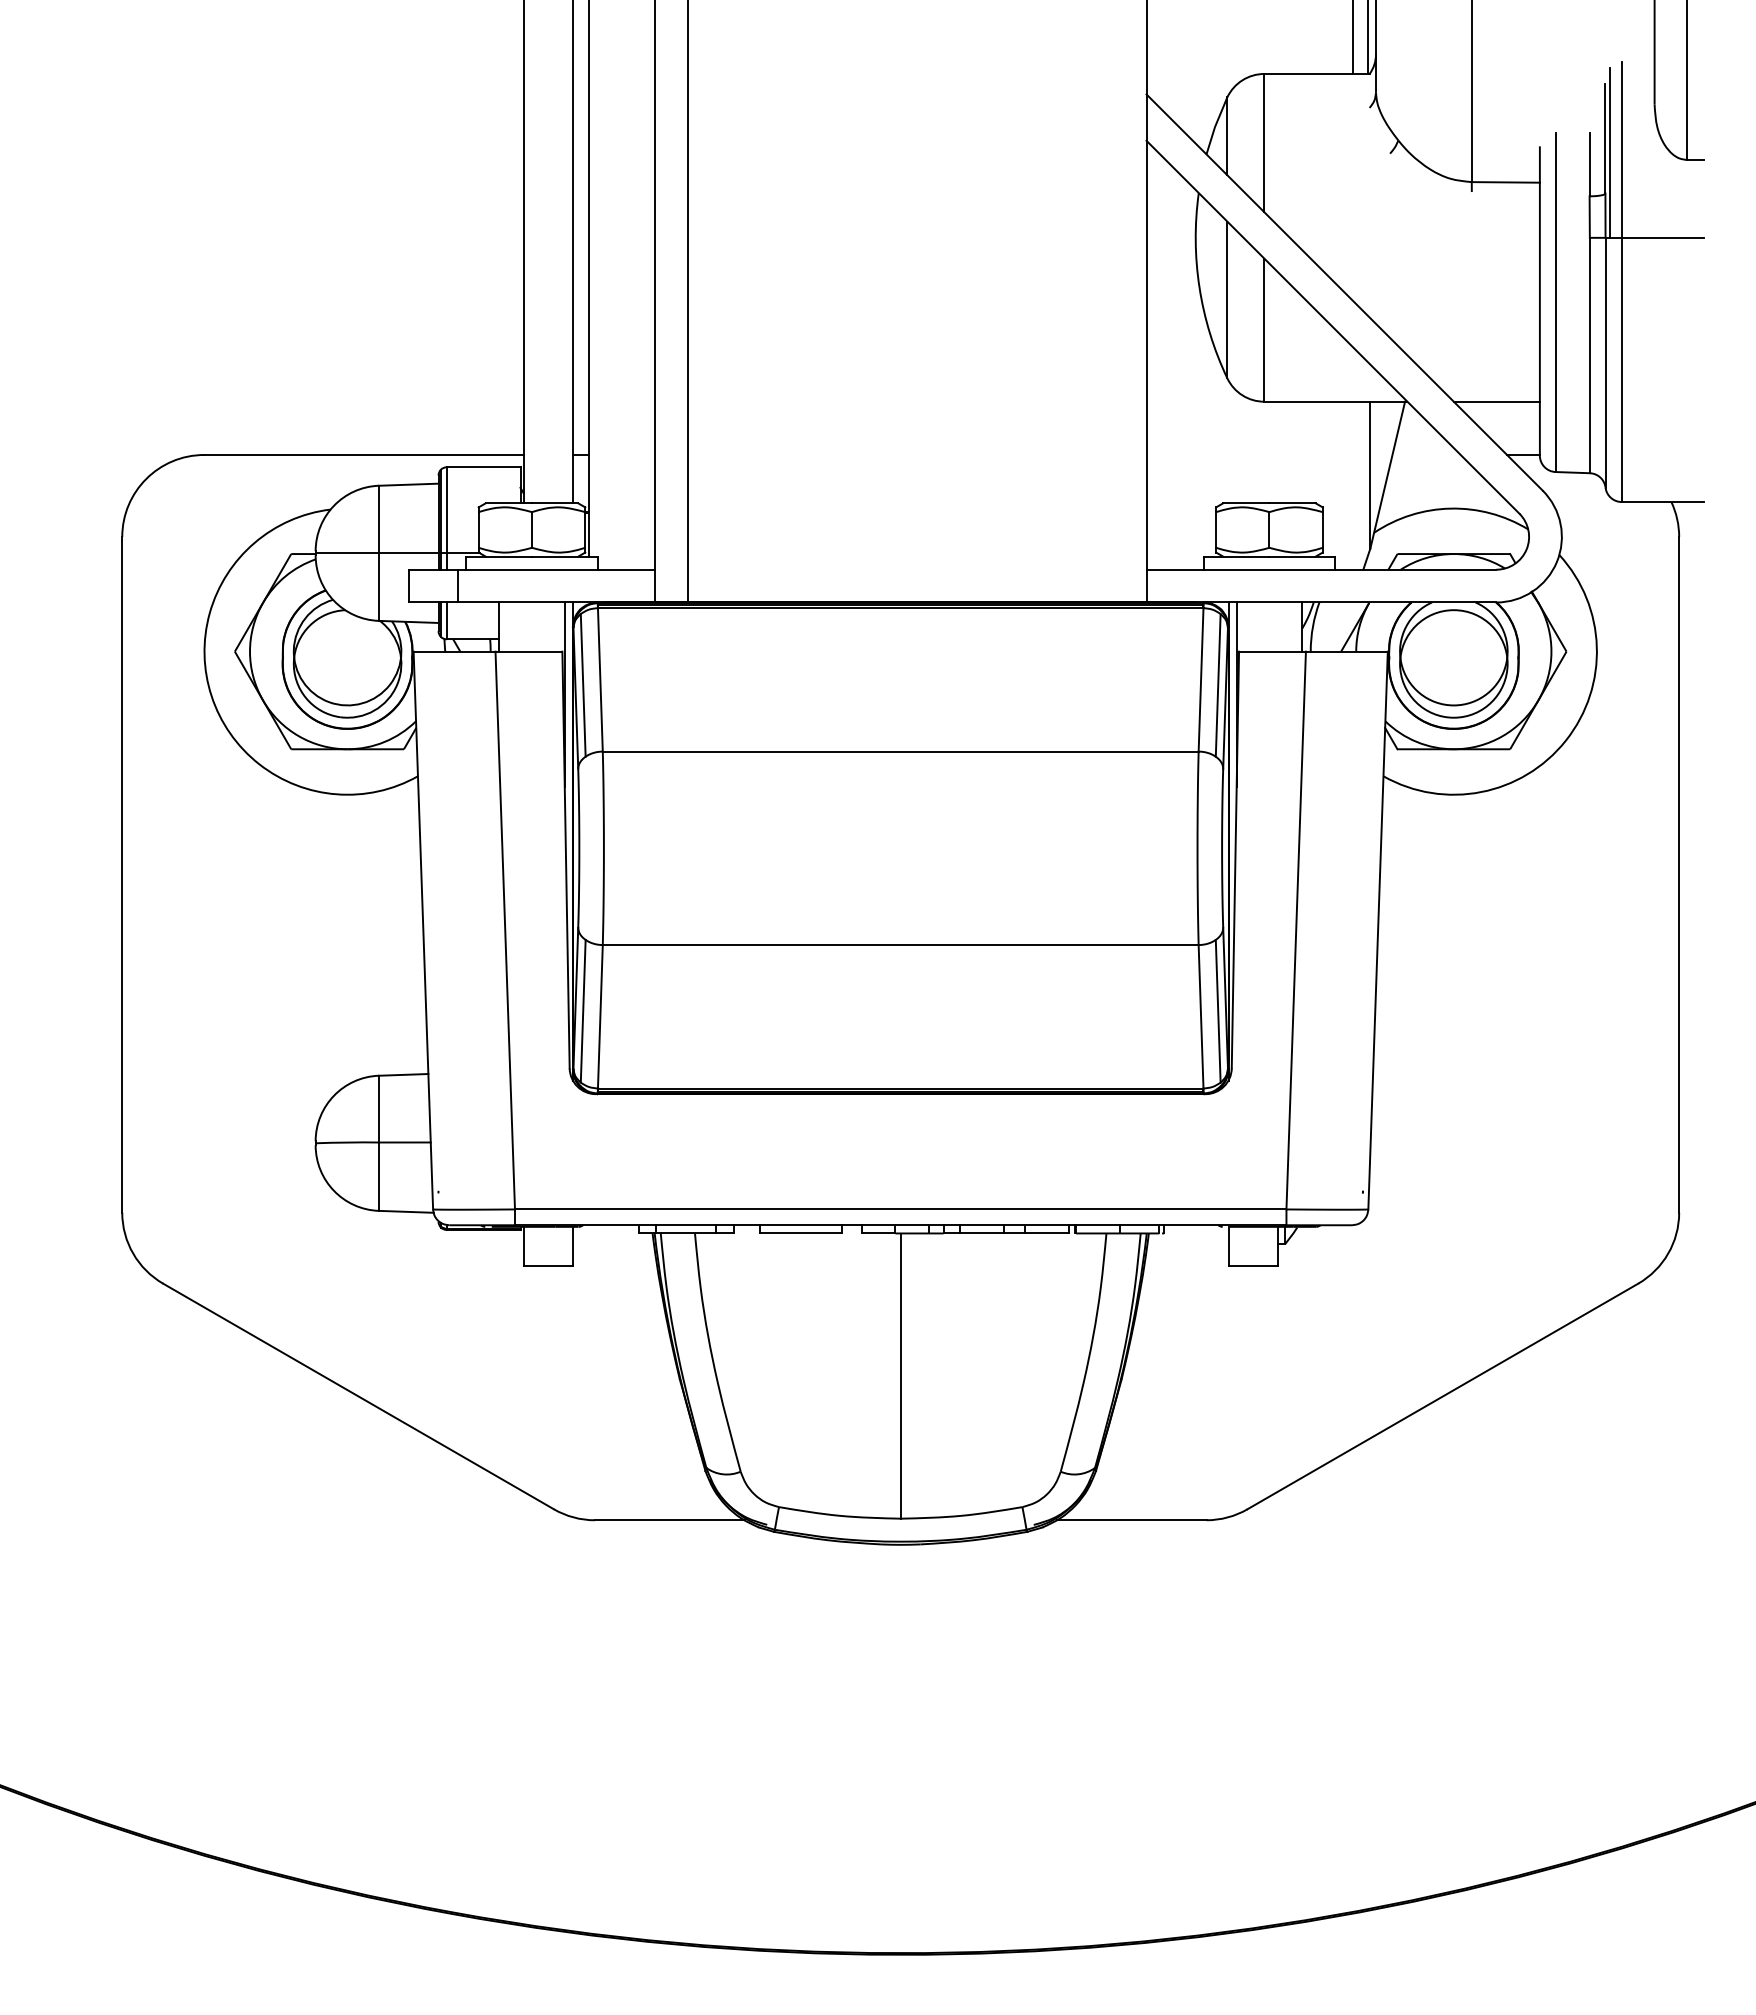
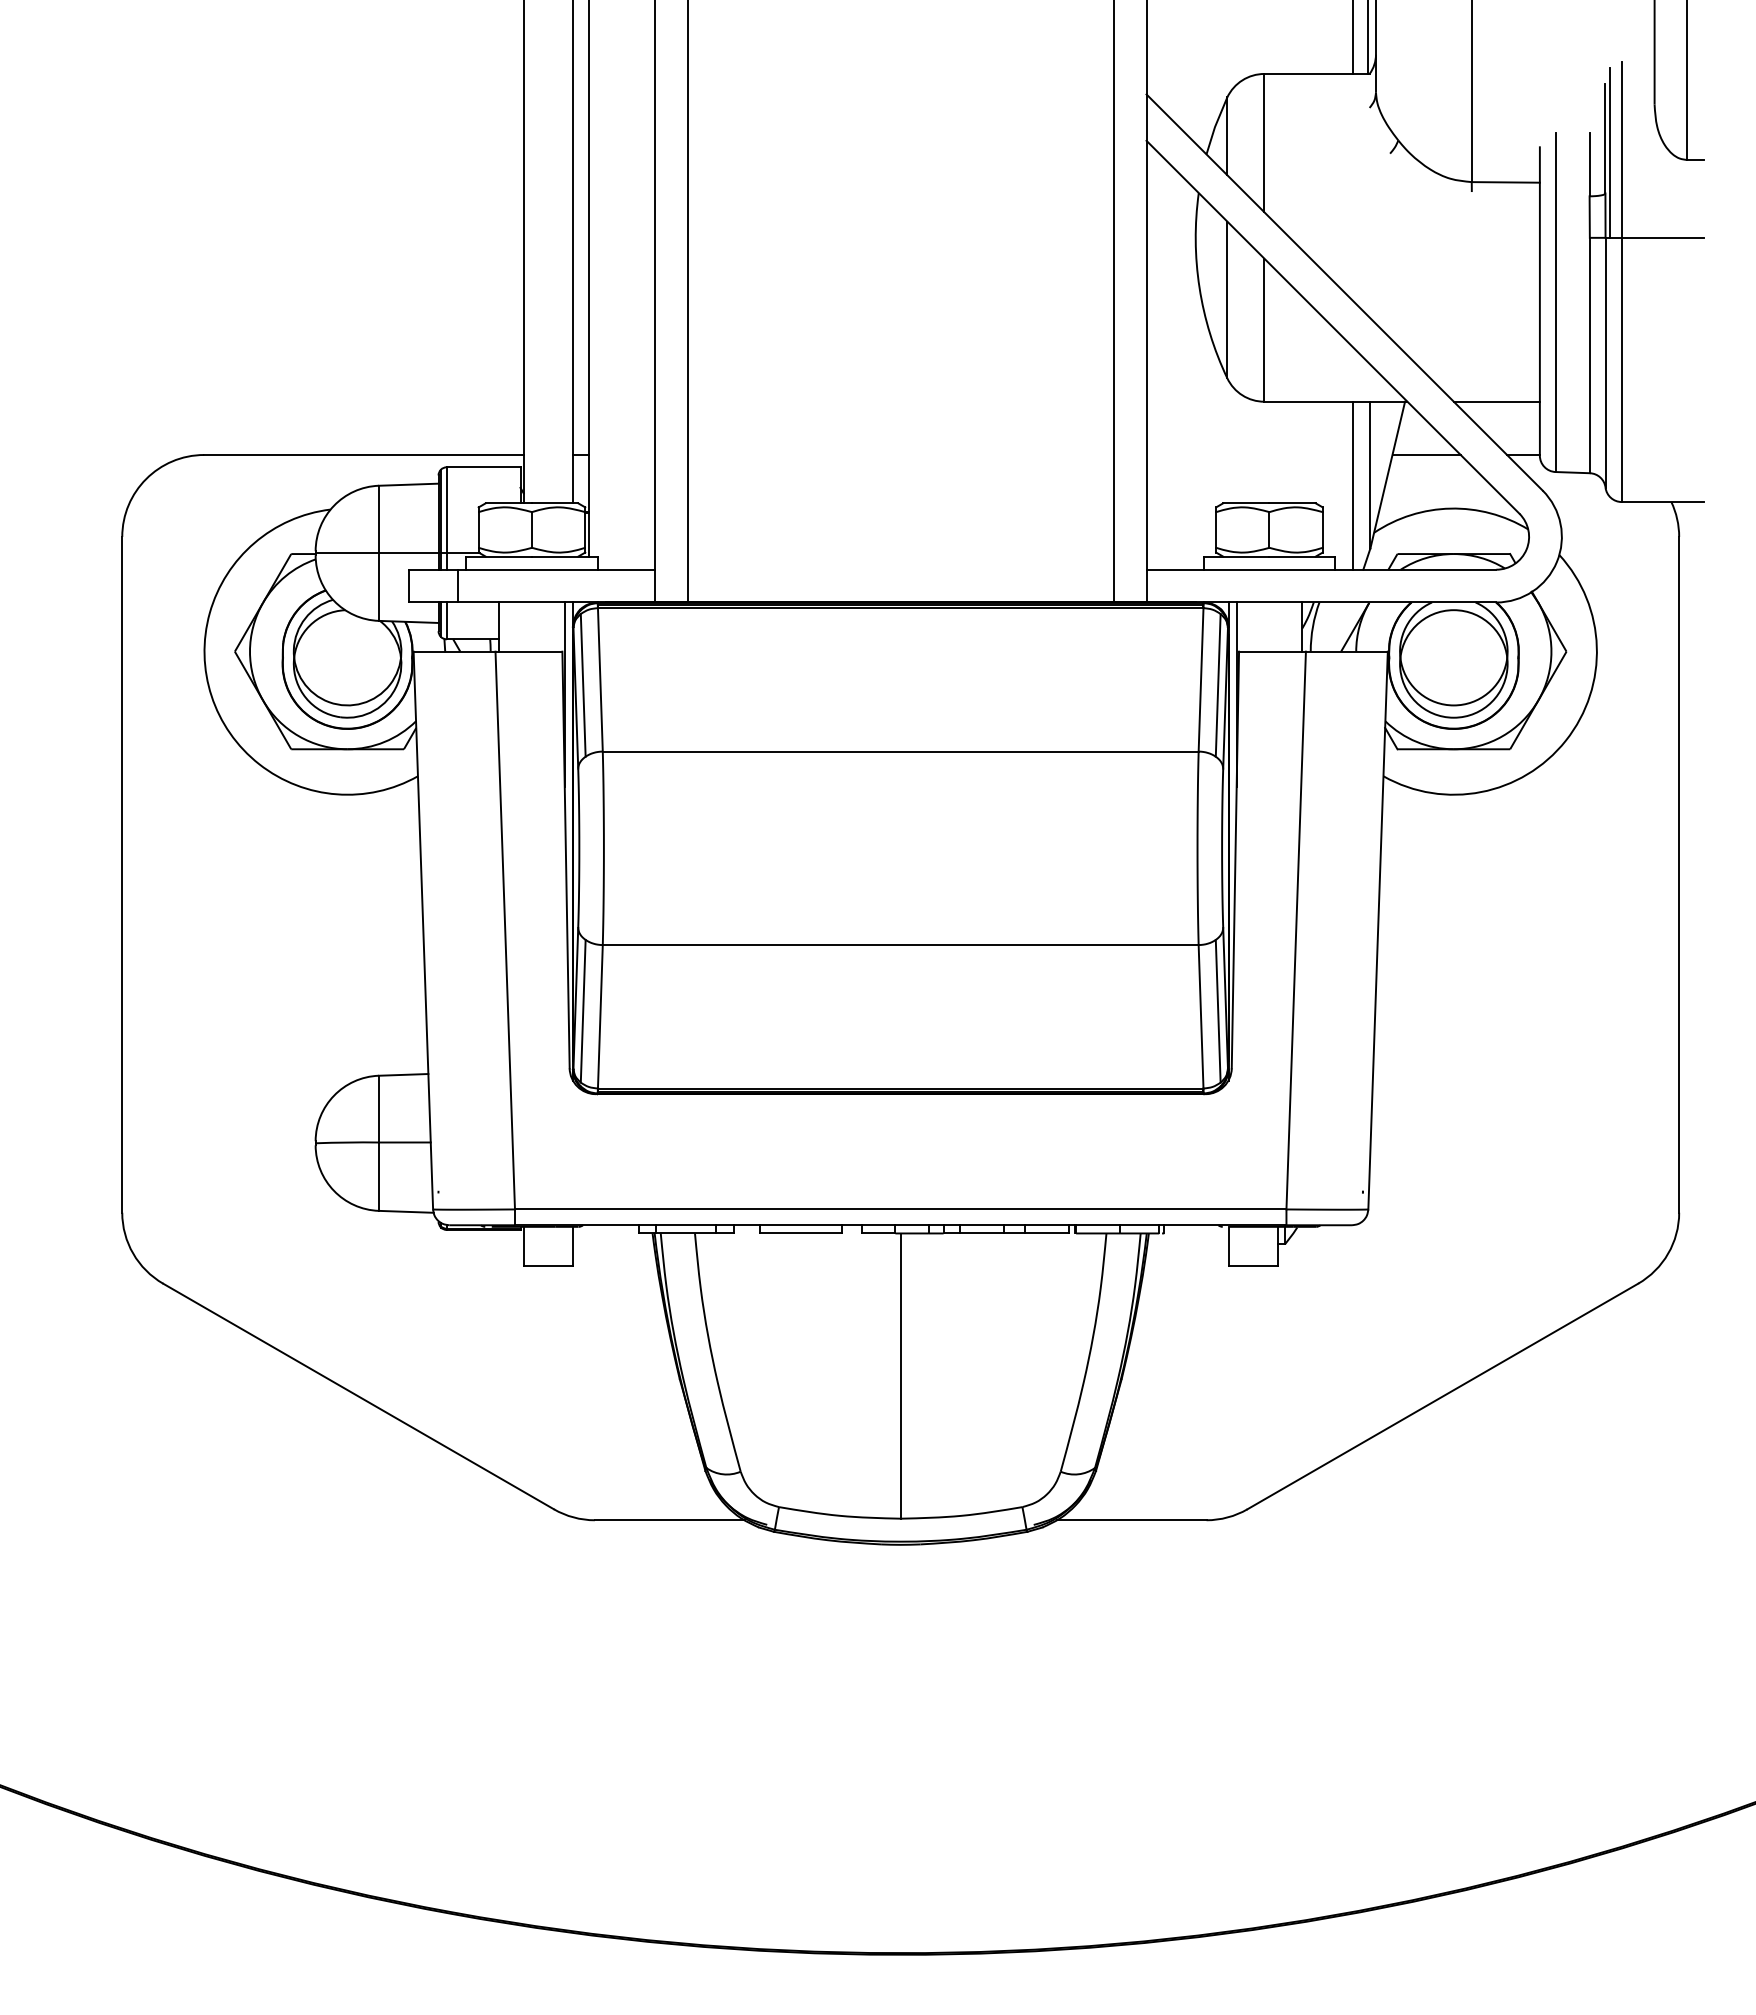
line at (1113, 302): none -> present
line at (1426, 455): none -> present
line at (1353, 485): none -> present
